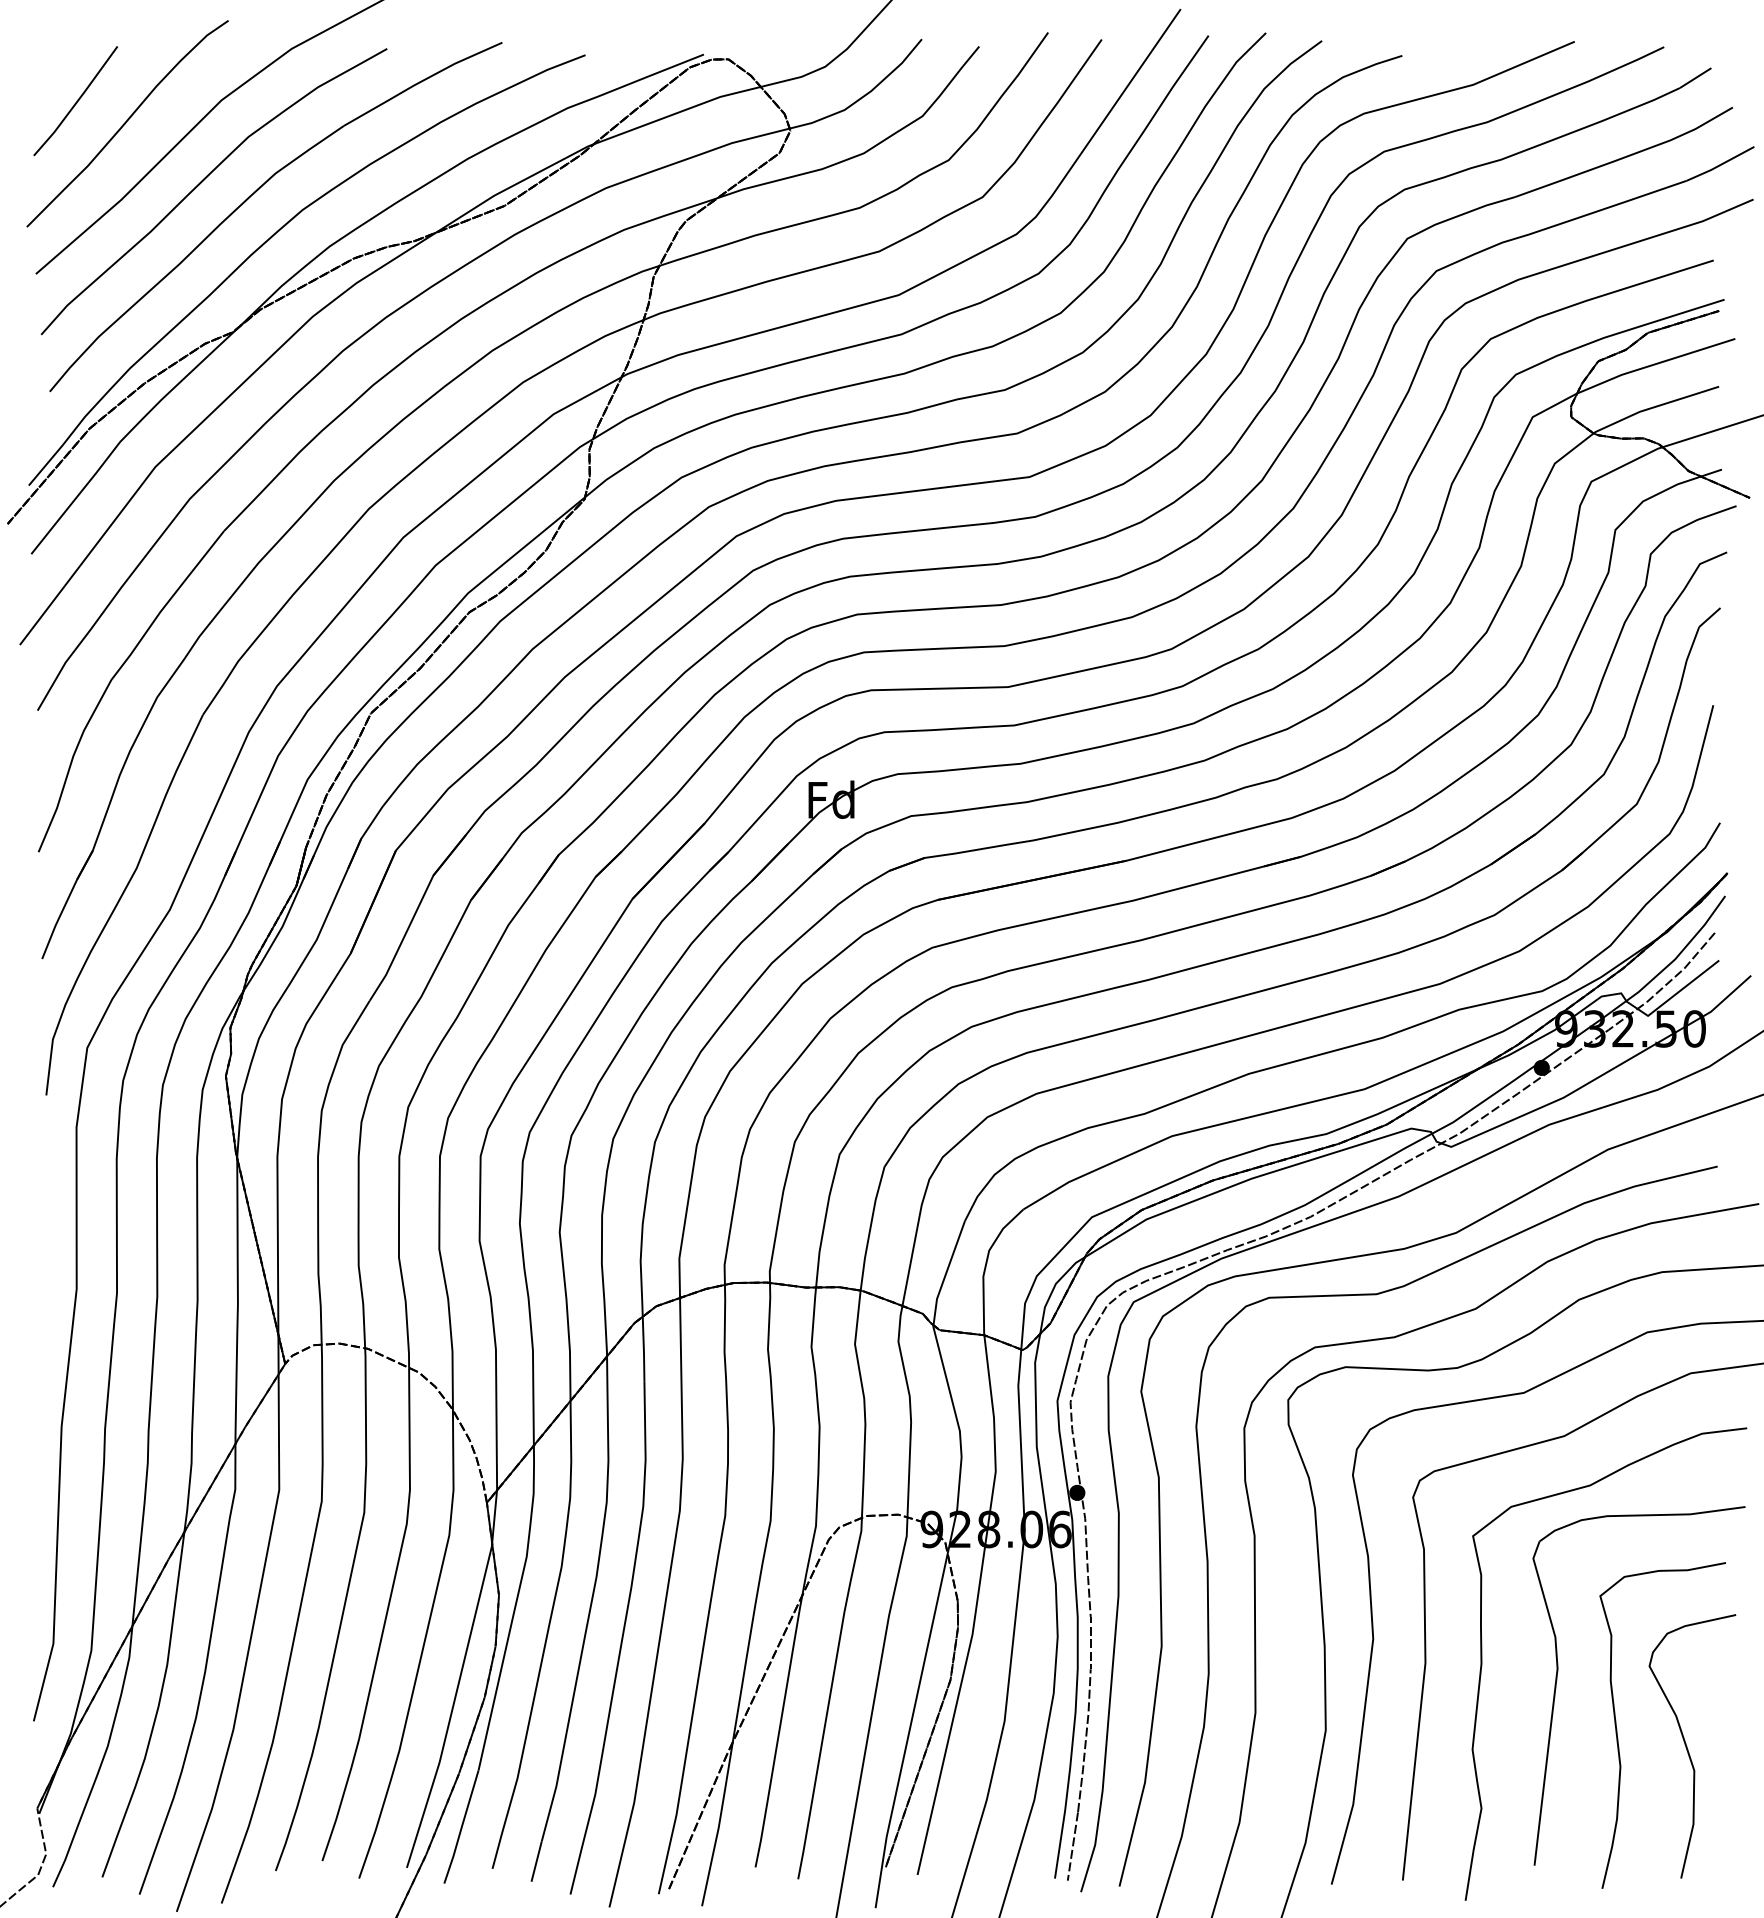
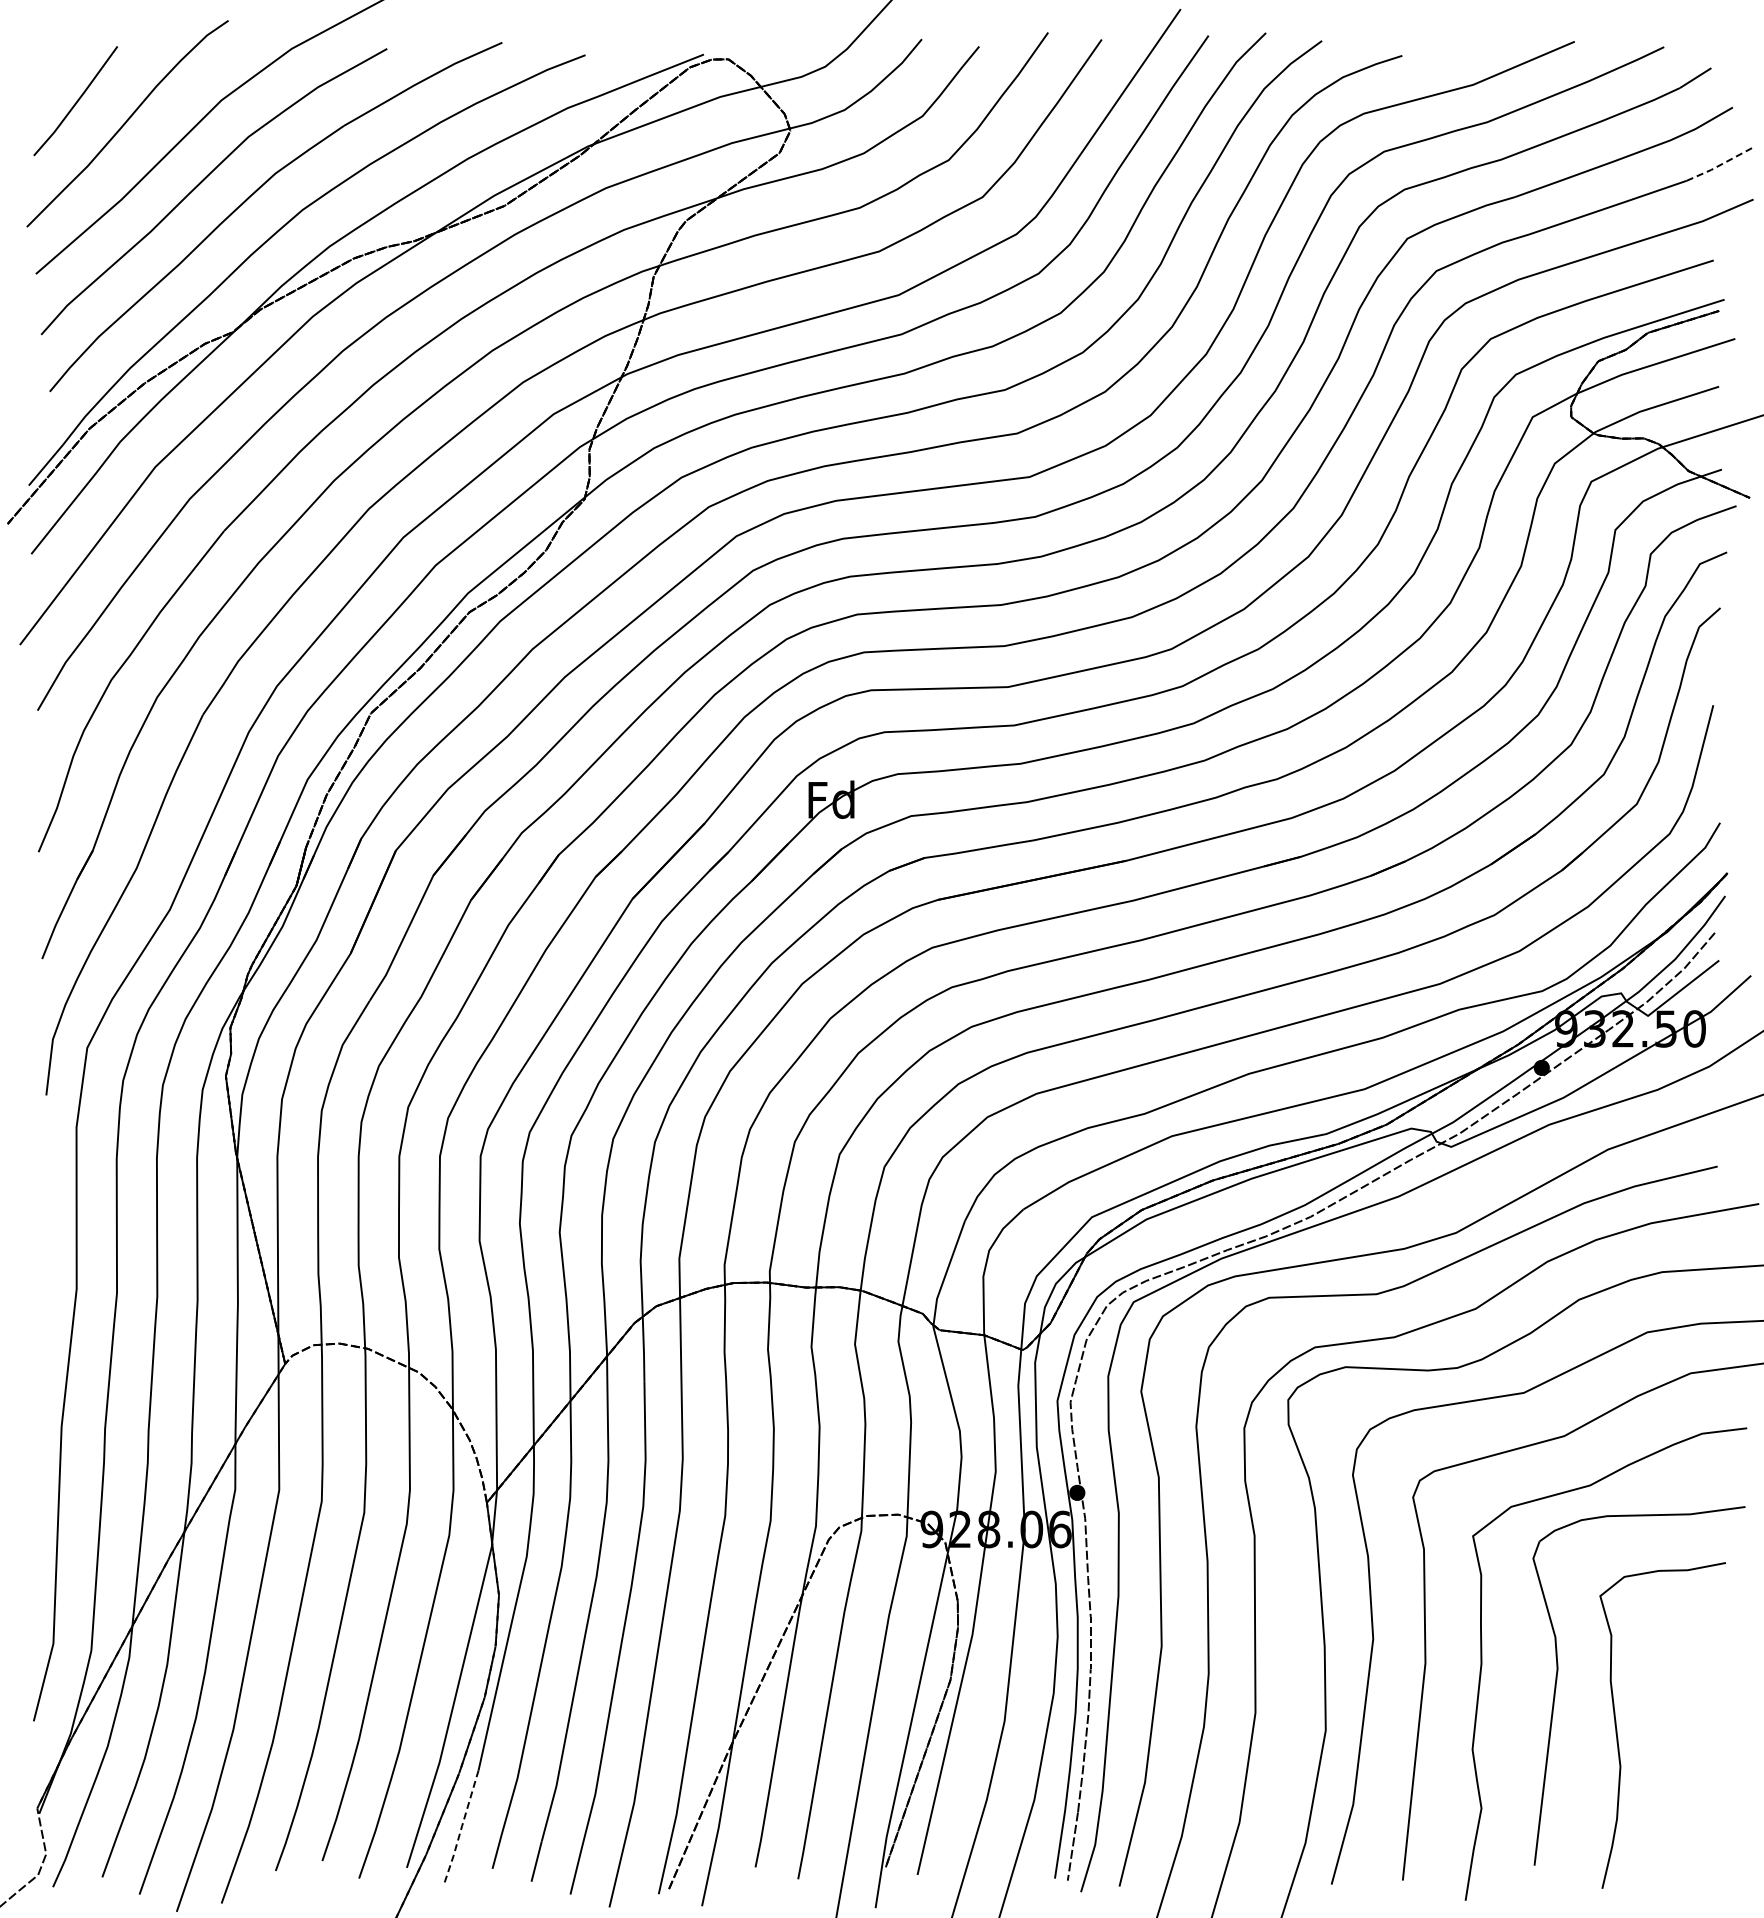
line at (1720, 164): solid -> dashed
curve at (1687, 1746): present -> none
line at (461, 1827): solid -> dashed
